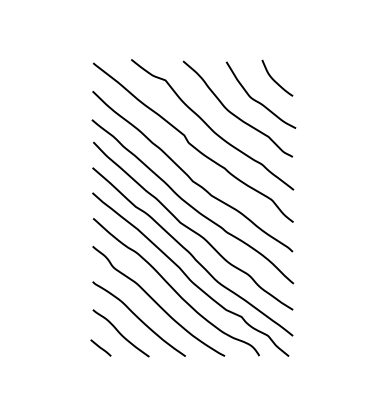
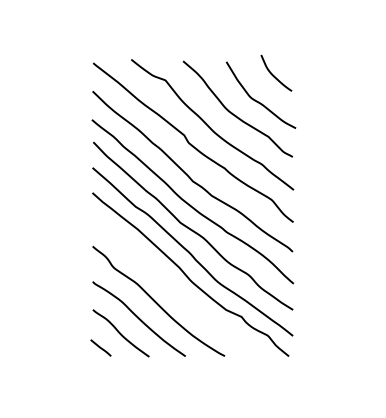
curve at (274, 79) position: (274, 79) -> (273, 74)
curve at (174, 288): present -> none
